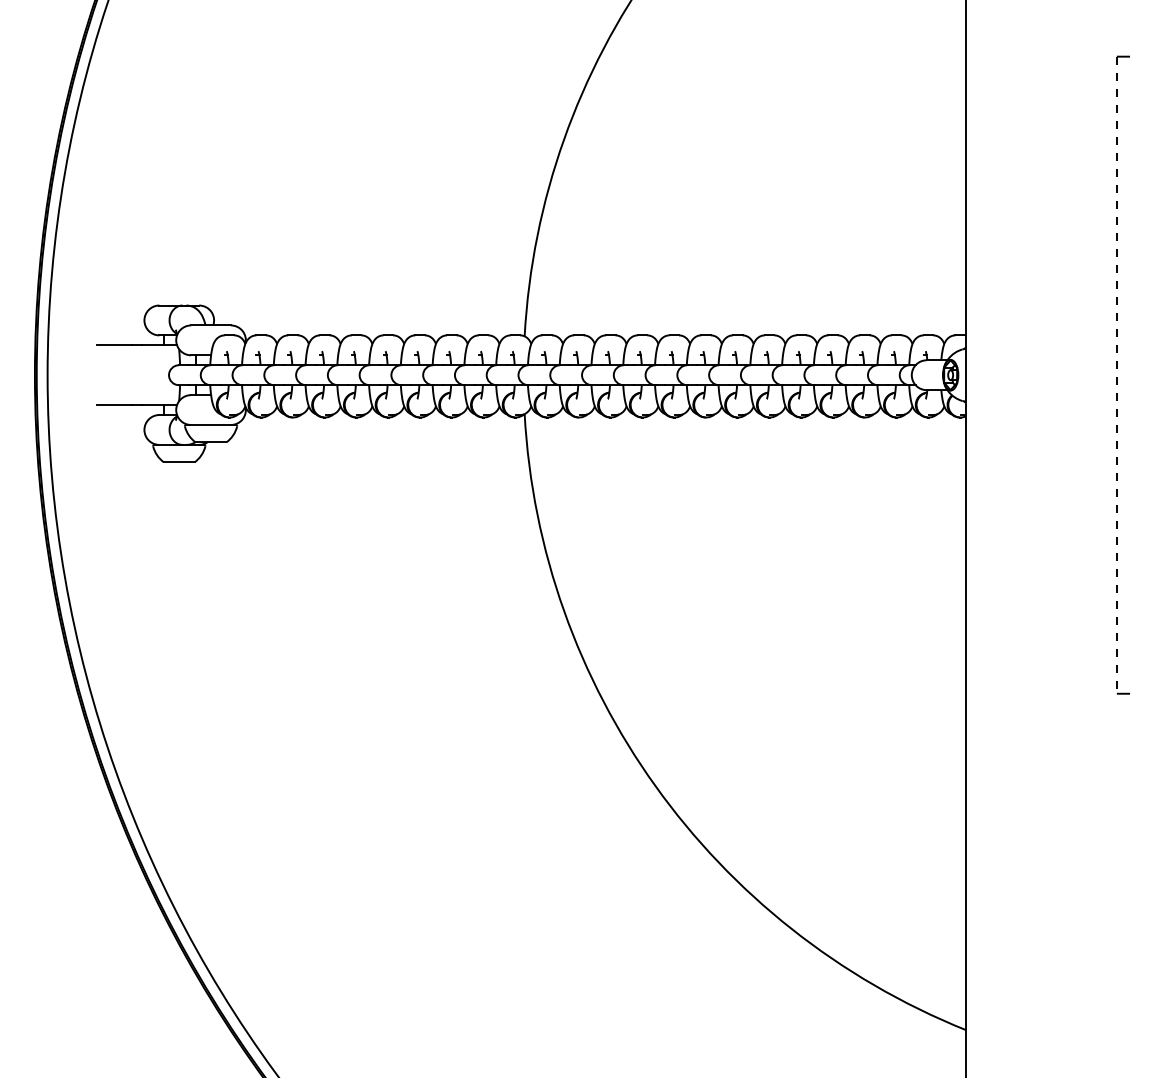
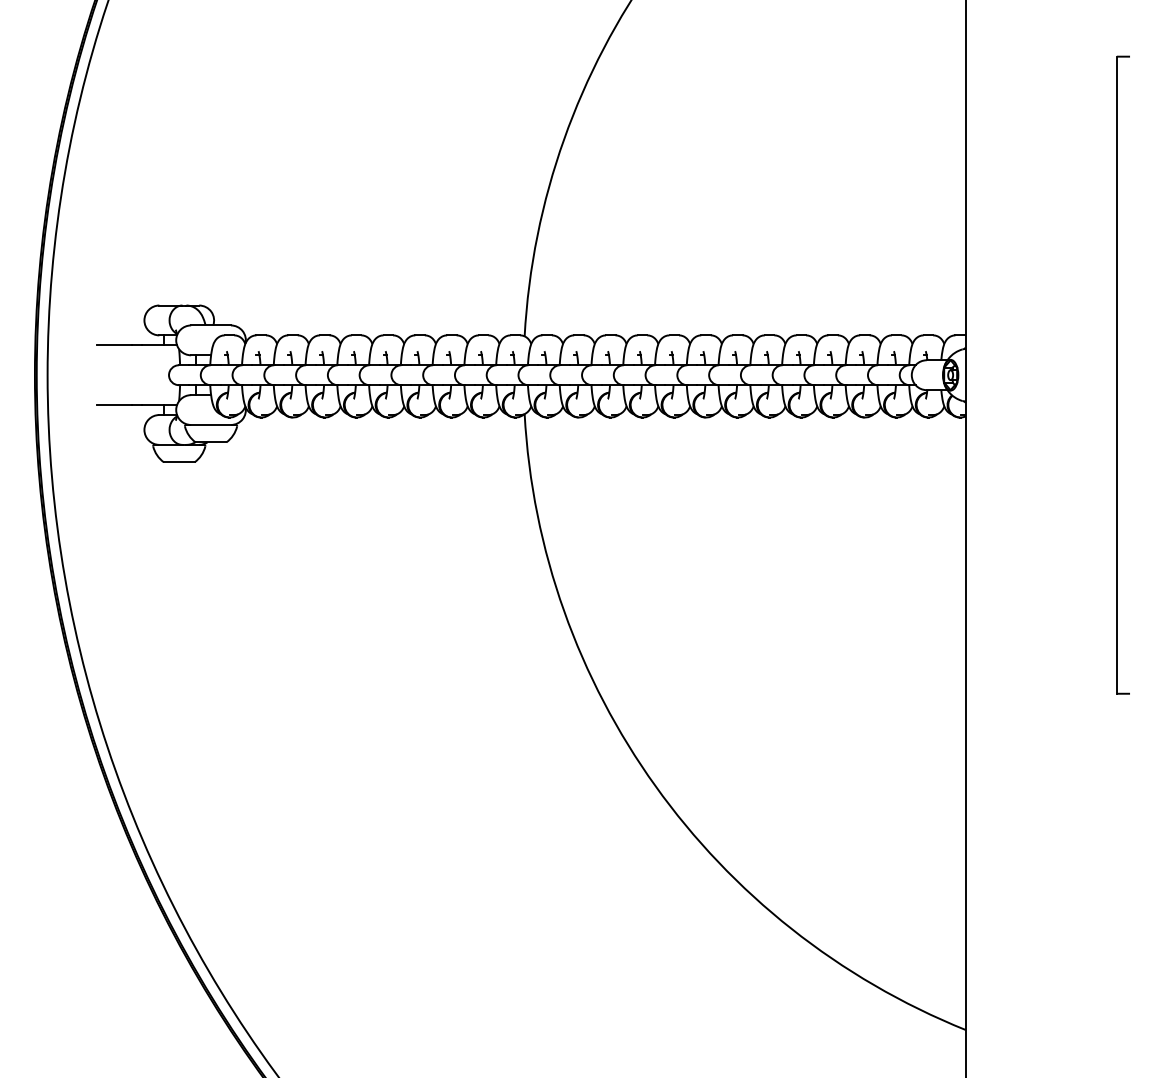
line at (1116, 375): dashed -> solid
